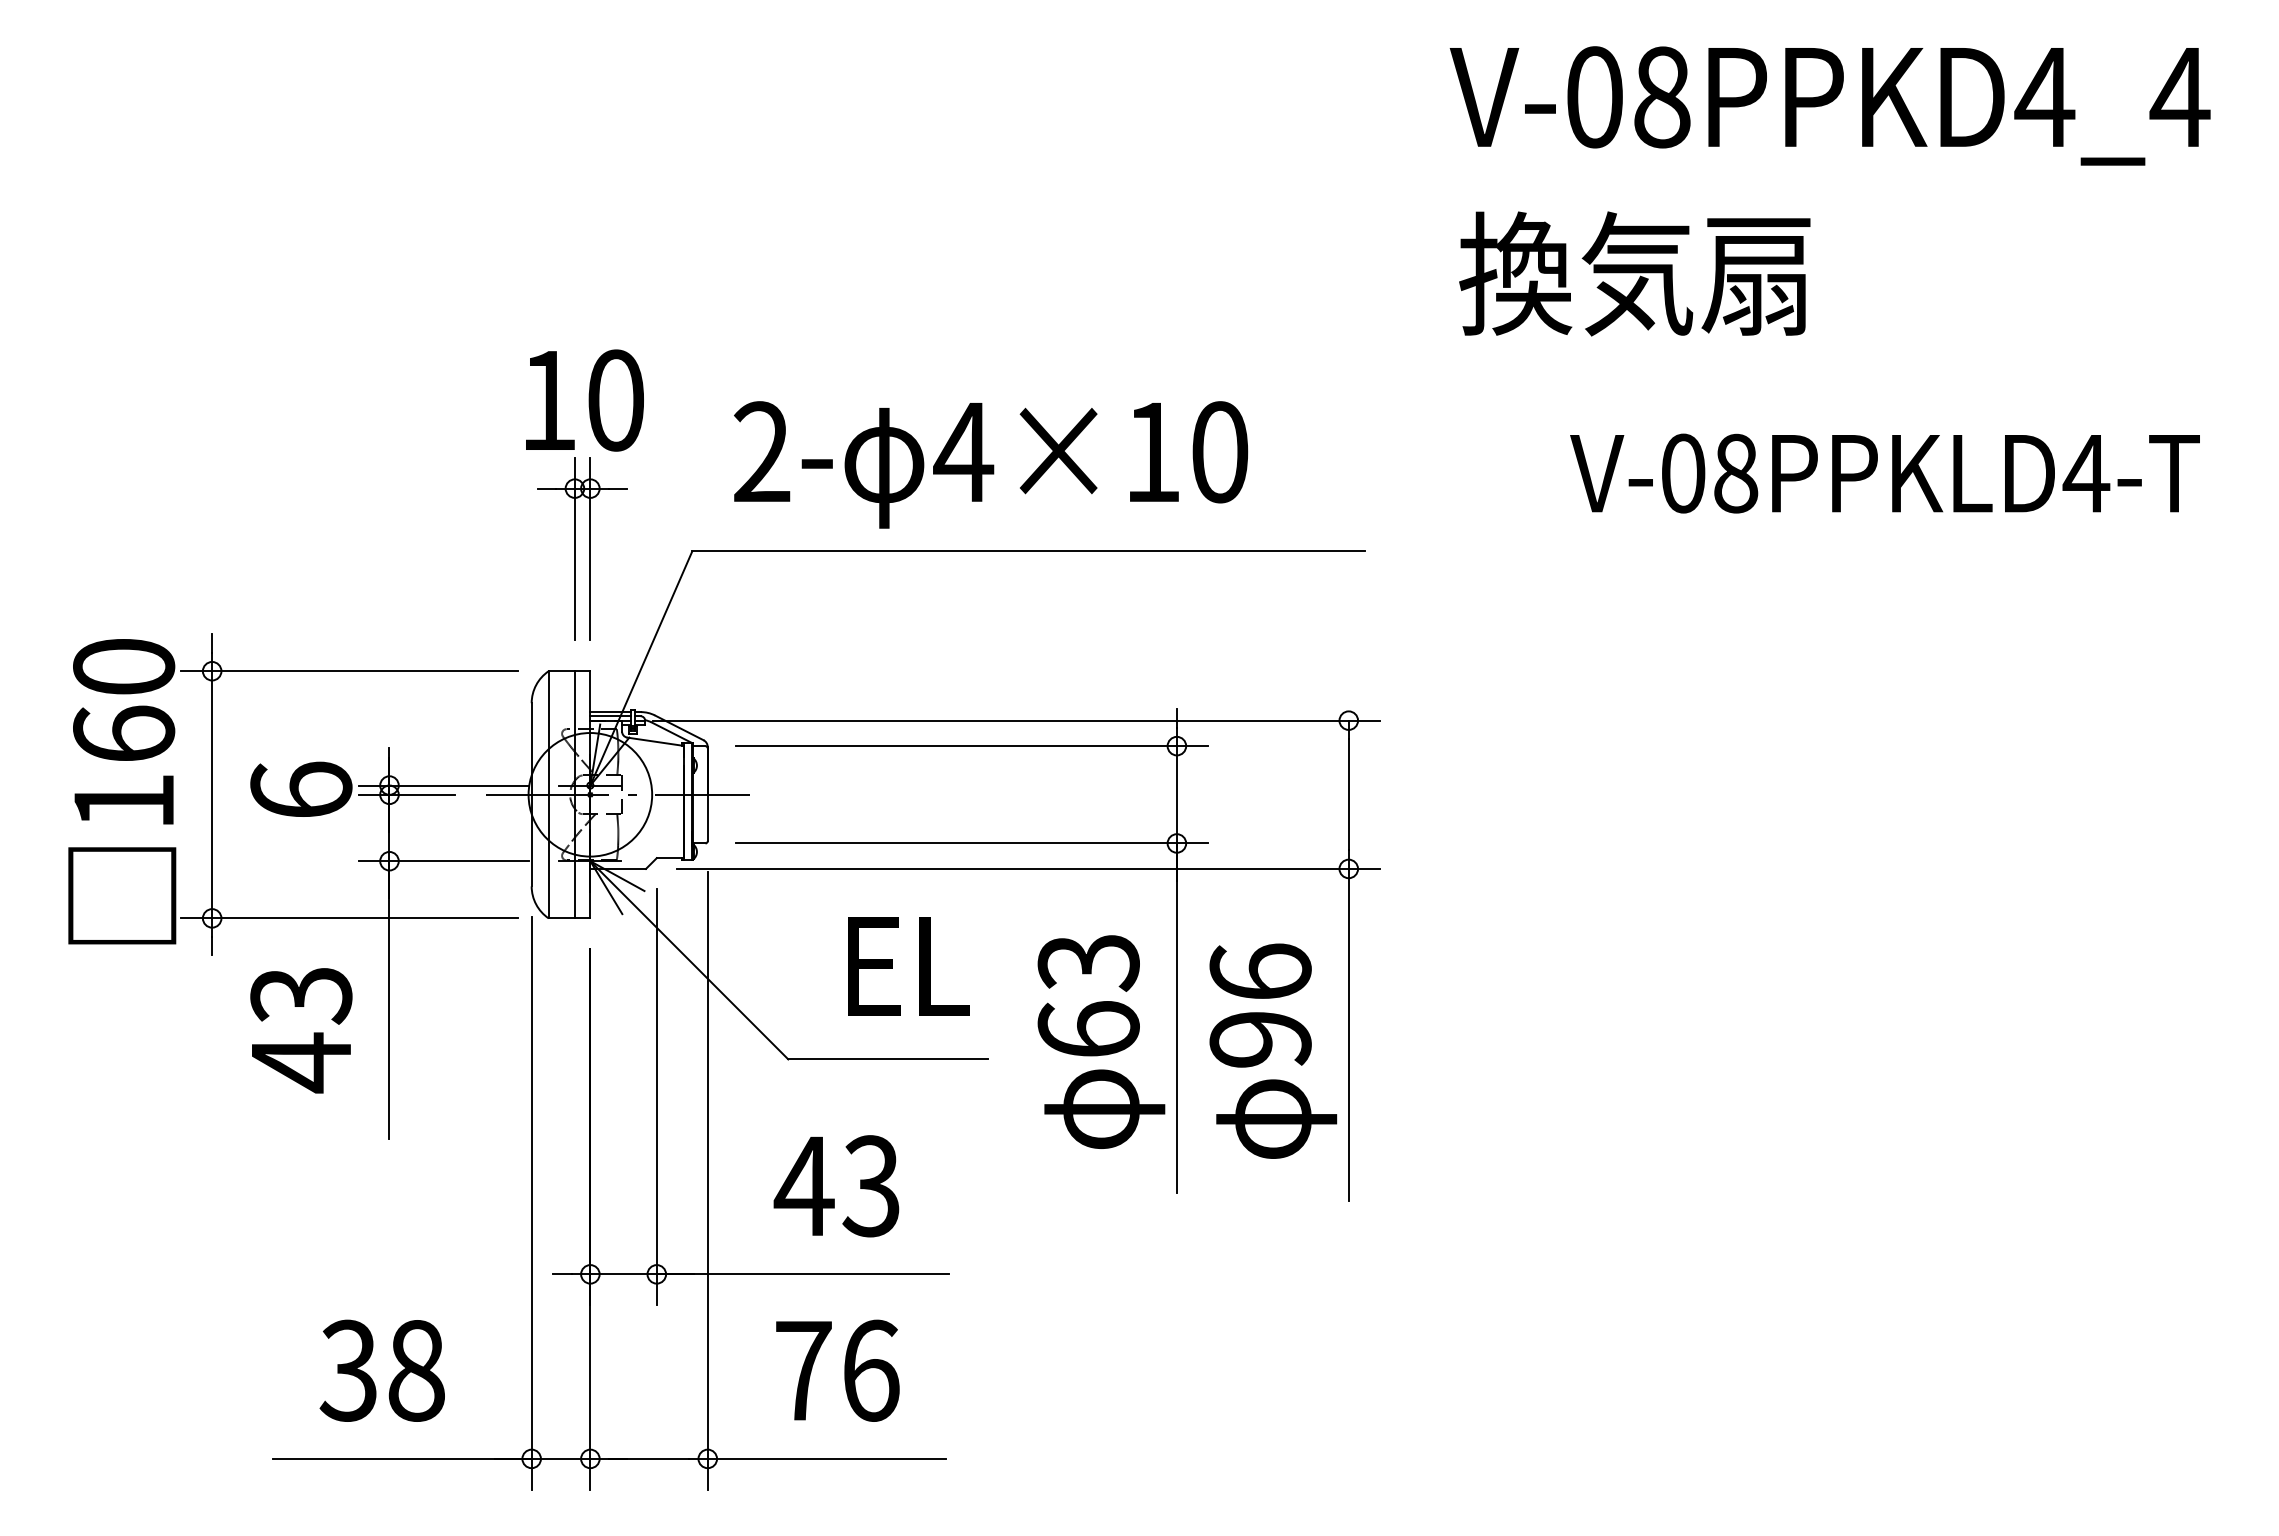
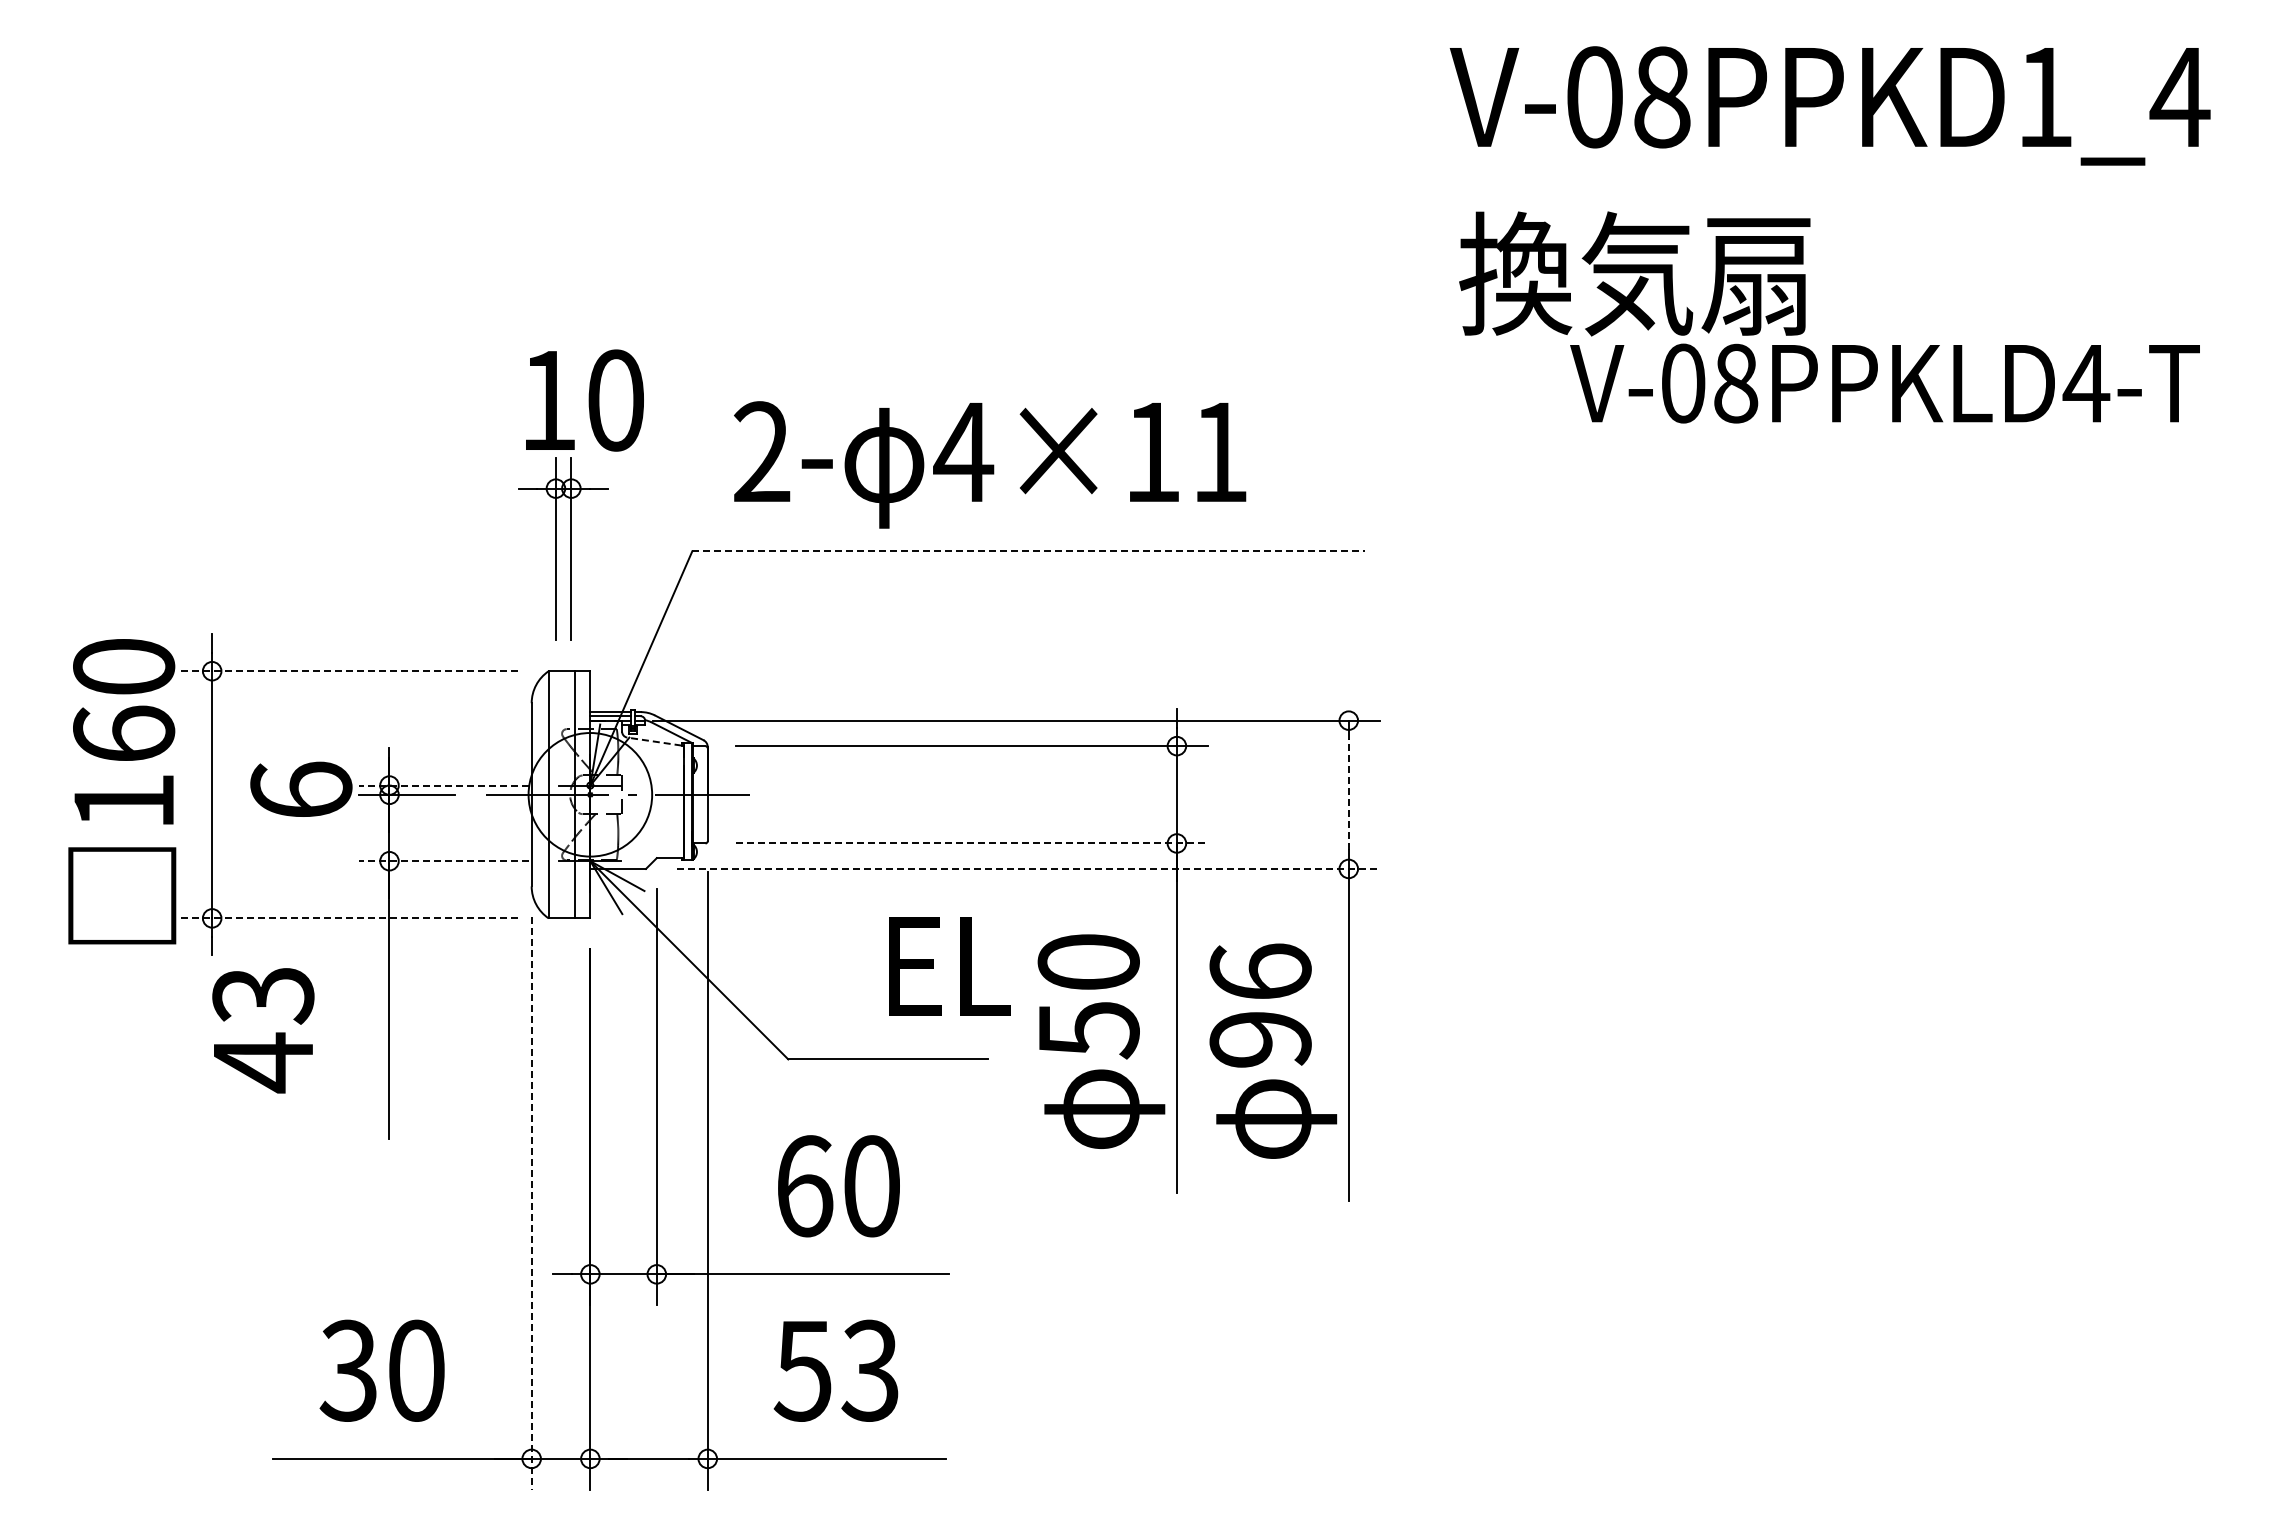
text at (2044, 97): V-08PPKD4_4 -> V-08PPKD1_4
text at (1220, 452): 4×10 -> 4×11
text at (1884, 473) position: (1884, 473) -> (1884, 383)
part at (575, 548) position: (575, 548) -> (556, 548)
line at (1029, 551): solid -> dashed
line at (349, 671): solid -> dashed
line at (653, 741): solid -> dashed
line at (443, 785): solid -> dashed
line at (1348, 794): solid -> dashed
line at (972, 843): solid -> dashed
line at (443, 861): solid -> dashed
line at (1028, 868): solid -> dashed
line at (349, 918): solid -> dashed
text at (908, 966) position: (908, 966) -> (949, 966)
text at (1088, 996): 63 -> 50
text at (301, 1030) position: (301, 1030) -> (263, 1030)
text at (836, 1186): 43 -> 60
line at (531, 1204): solid -> dashed
text at (416, 1370): 38 -> 30
text at (836, 1370): 76 -> 53
